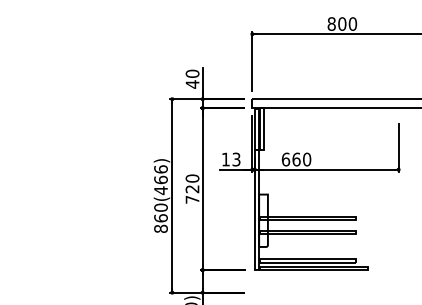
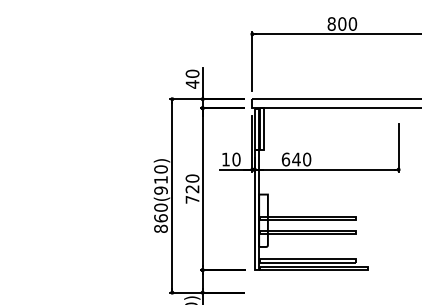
text at (236, 159): 13 -> 10
text at (296, 159): 660 -> 640
text at (160, 180): 860(466) -> 860(910)
